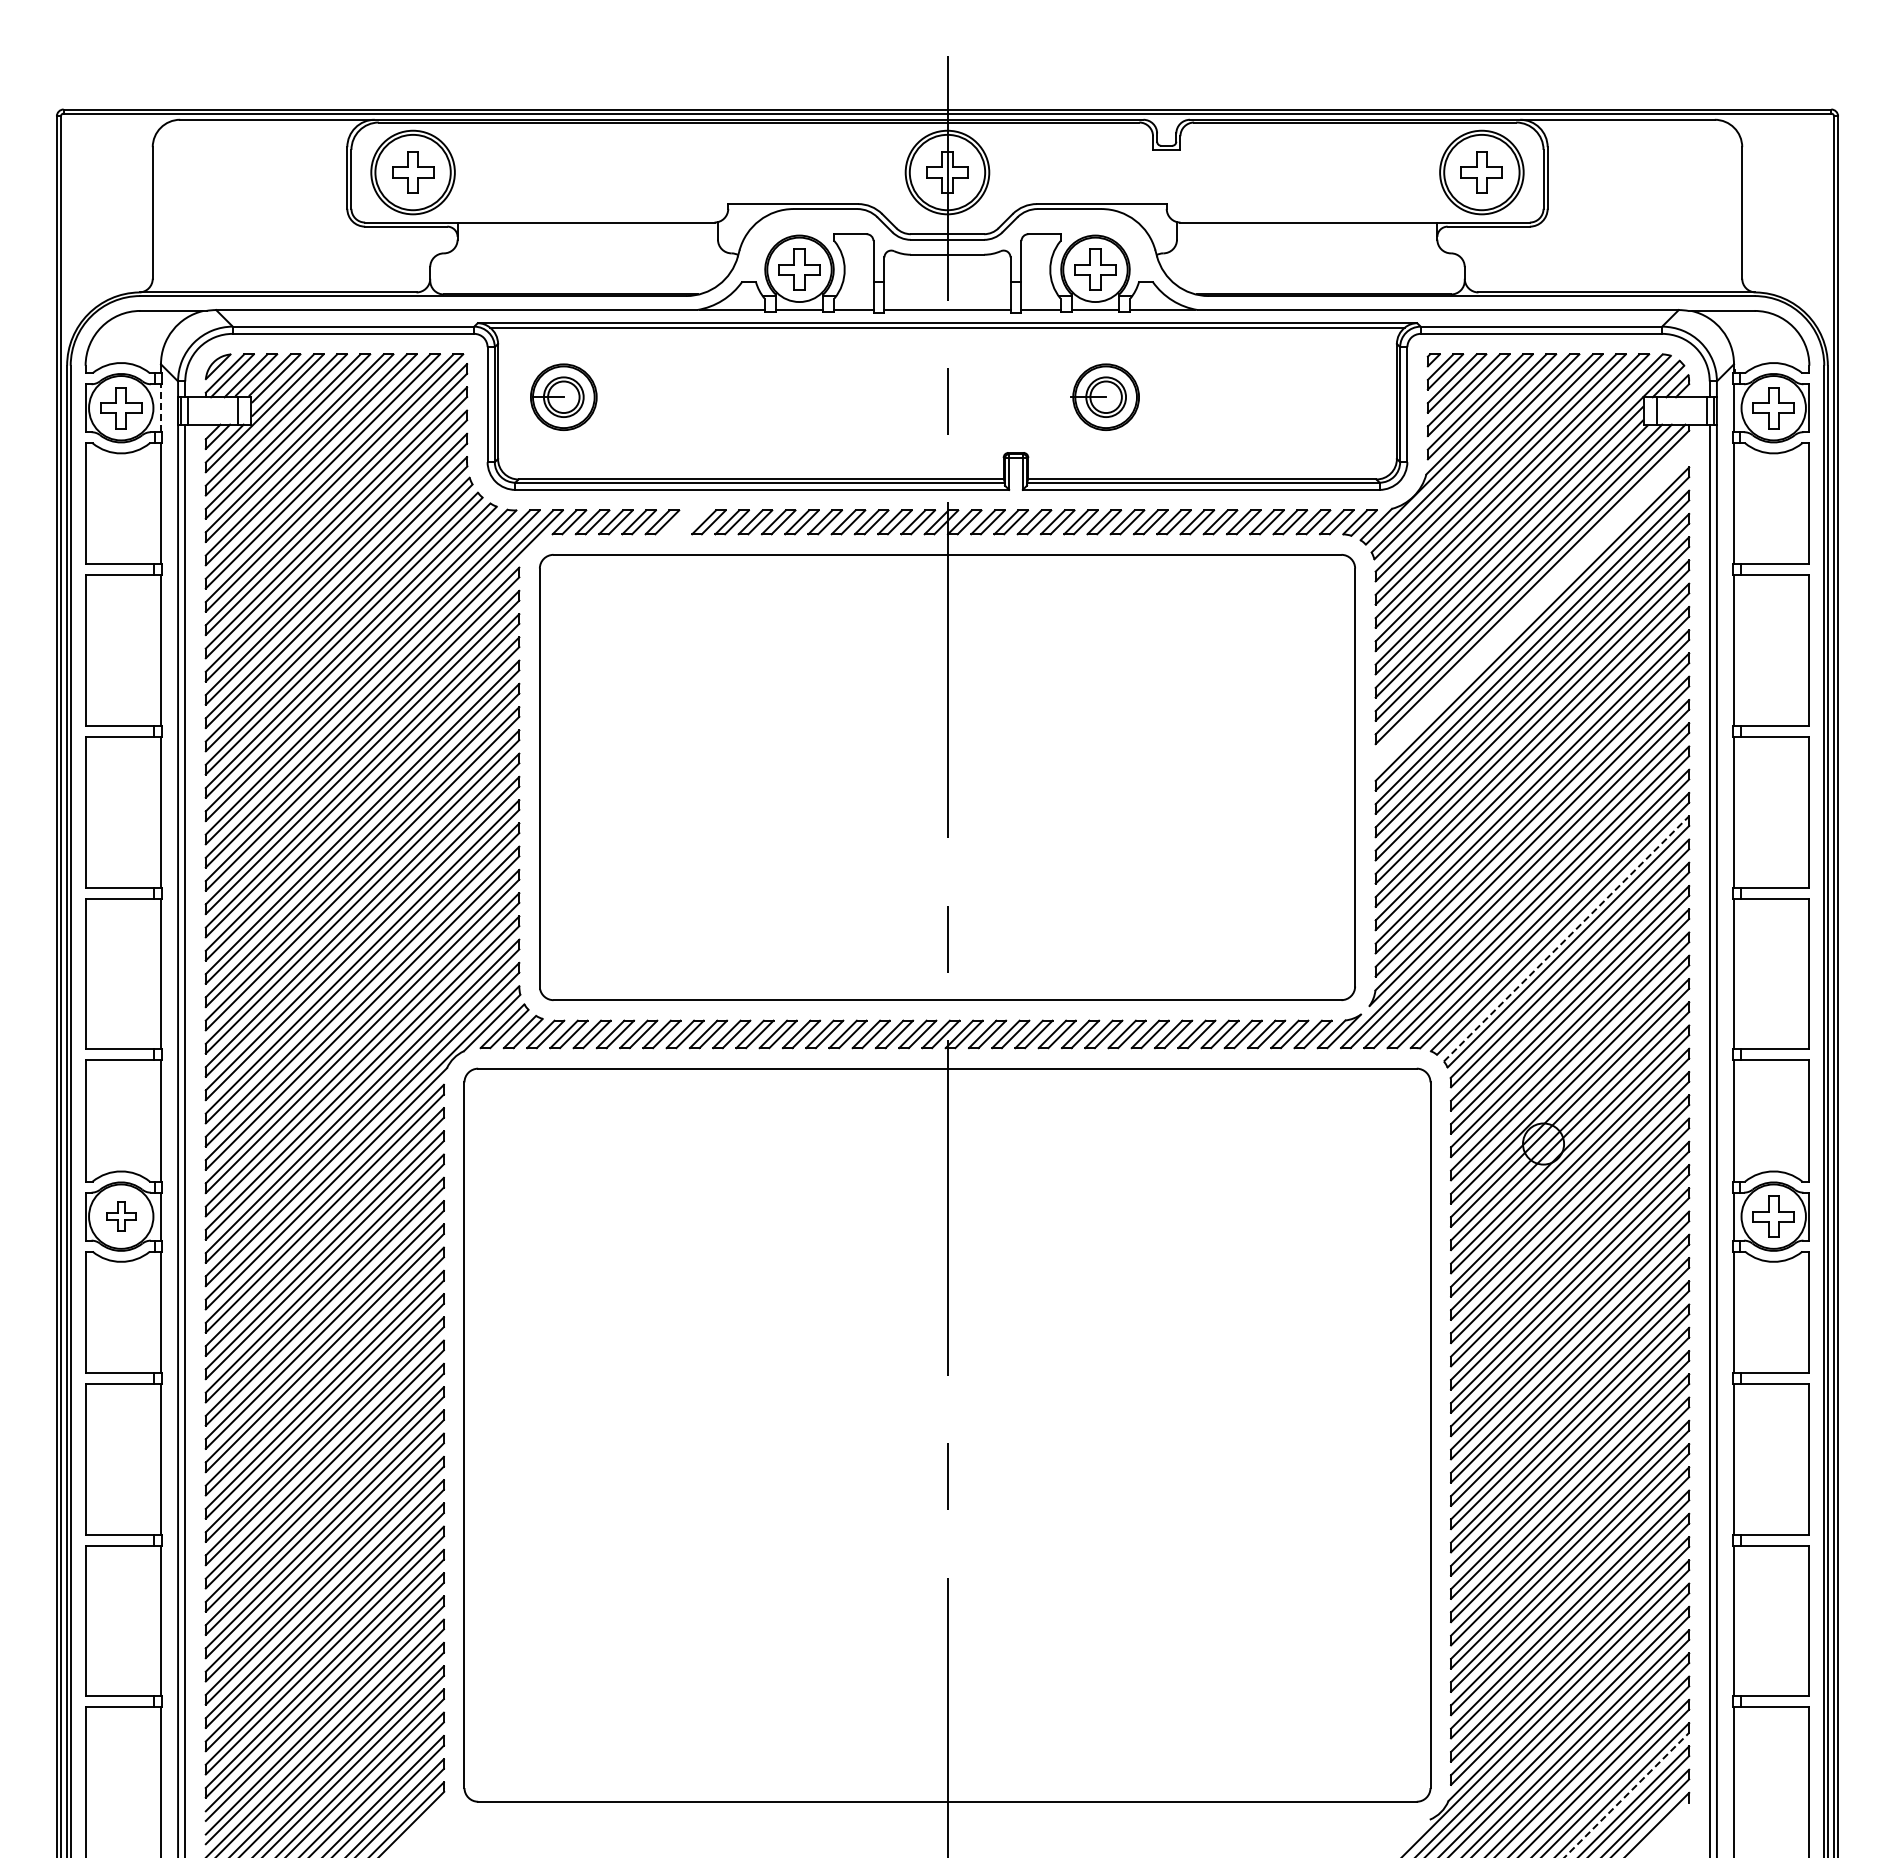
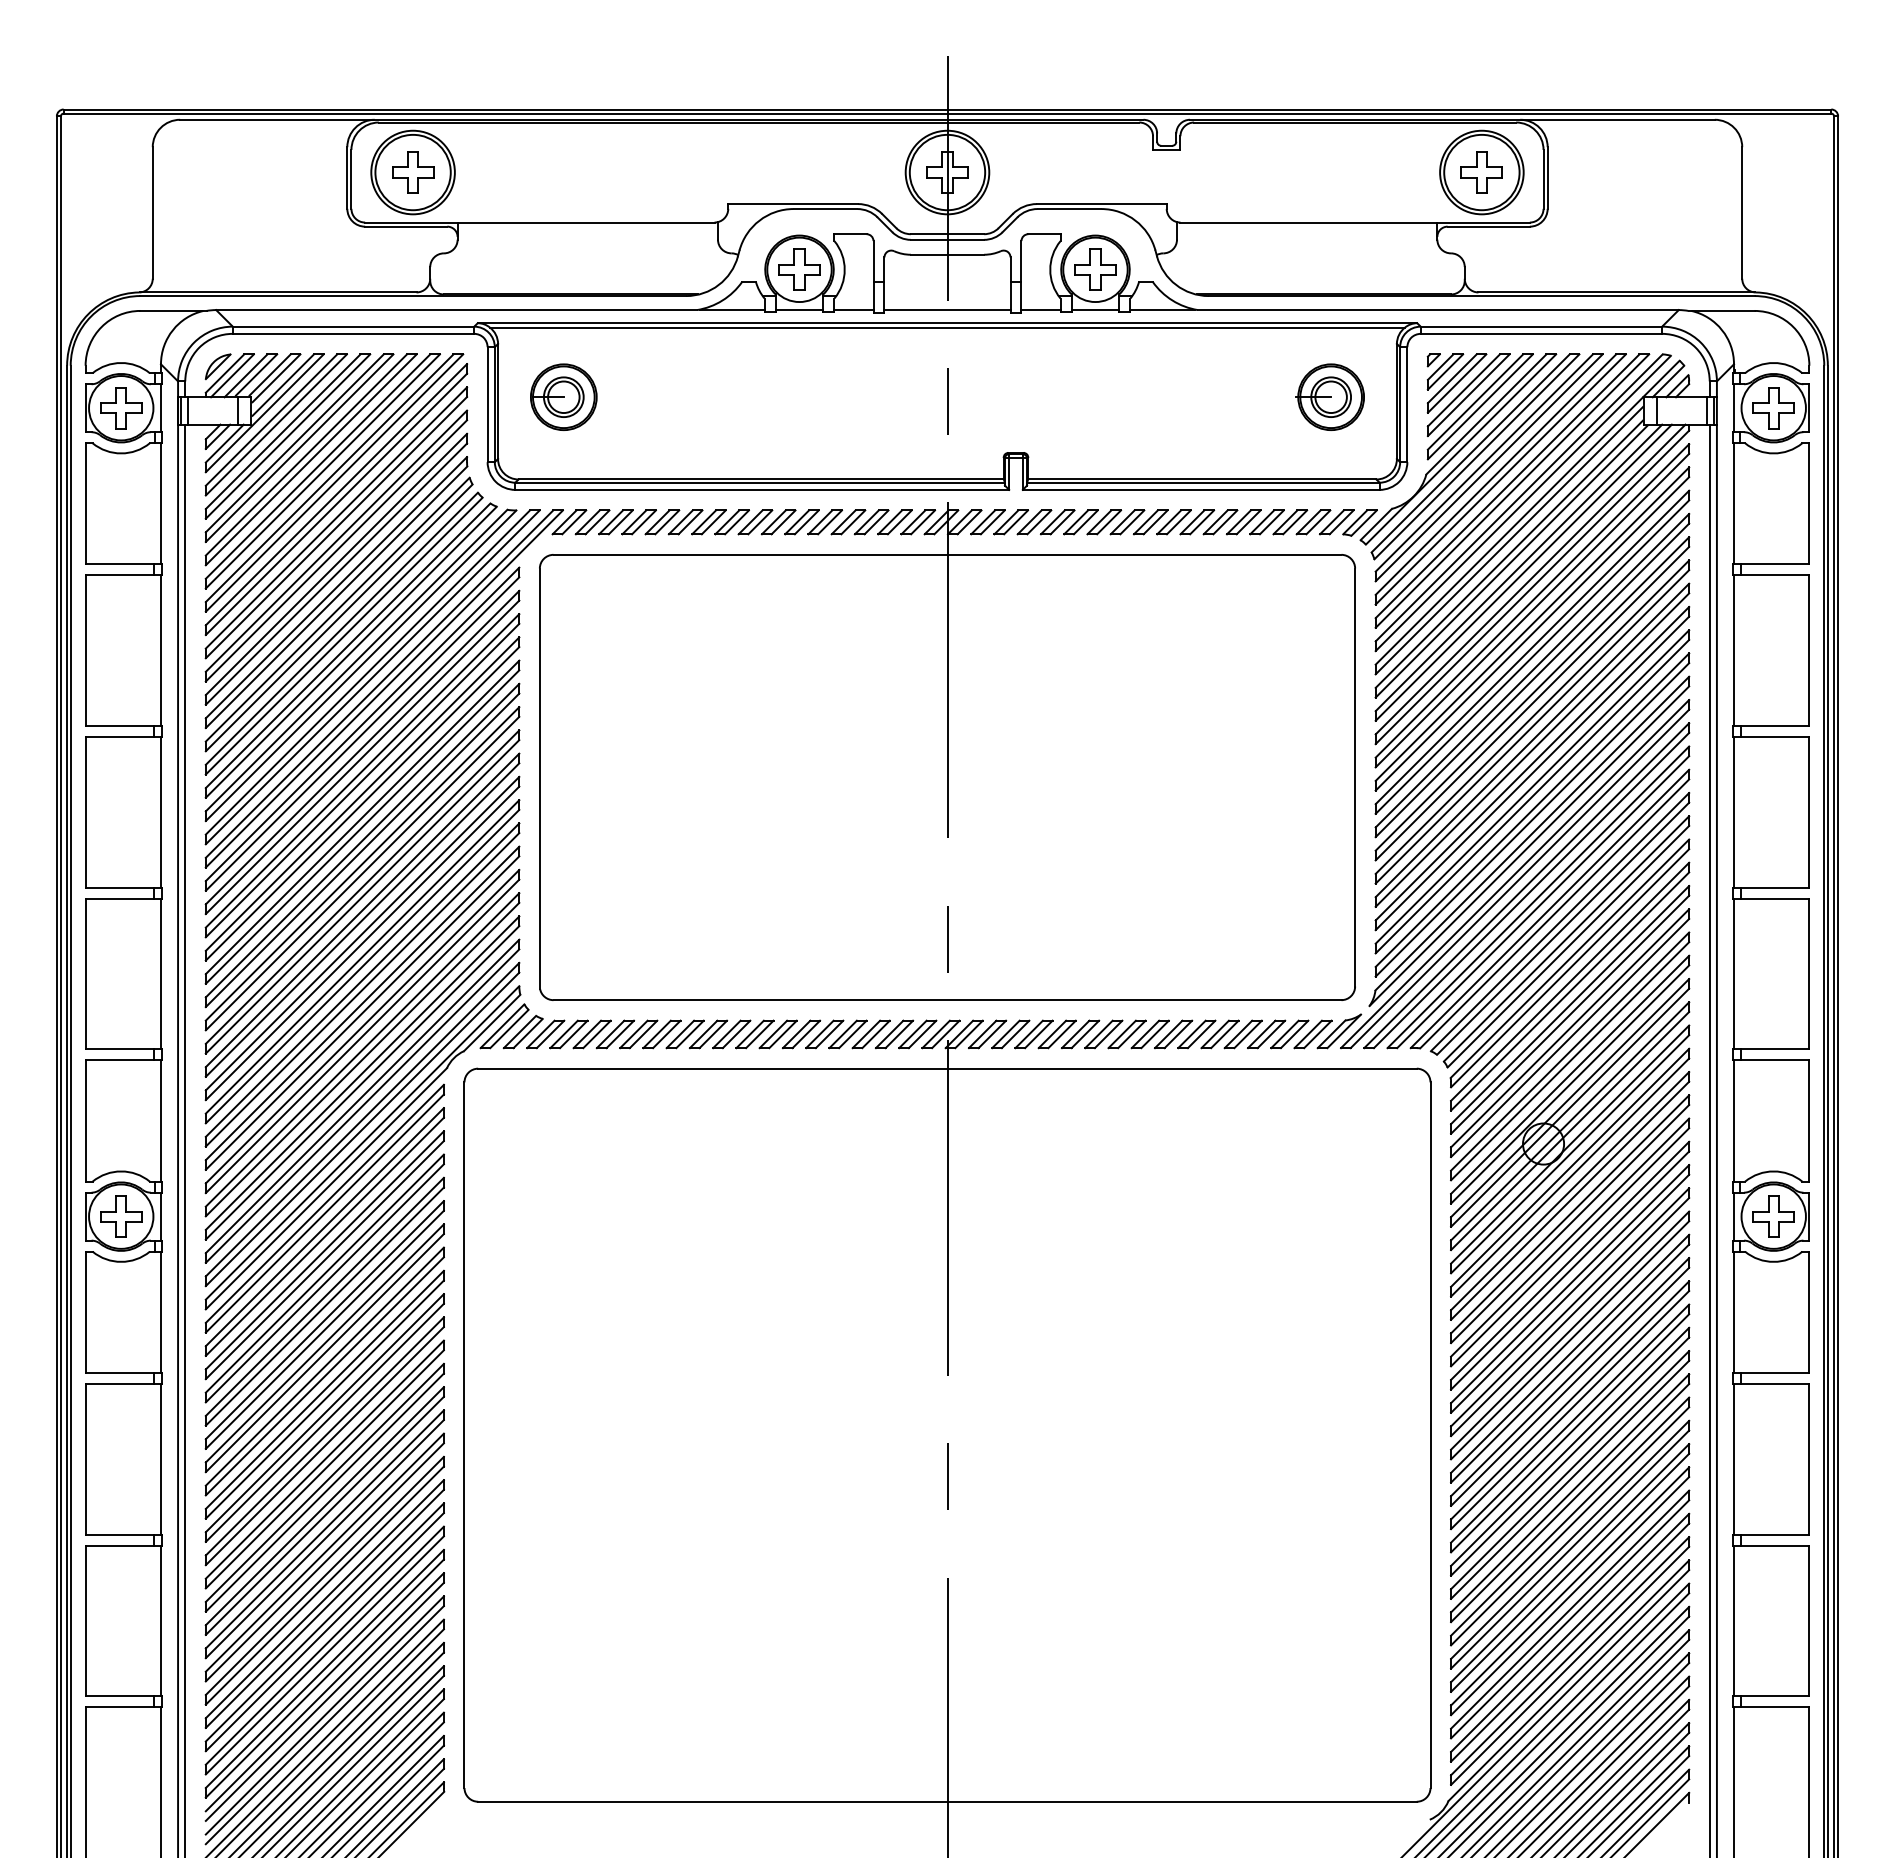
part at (1104, 396) position: (1104, 396) -> (1329, 396)
line at (160, 408): dashed -> solid
part at (685, 522): none -> present
part at (1532, 605): none -> present
line at (1566, 938): dashed -> solid
part at (121, 1216) size: 31x31 px -> 43x43 px
line at (1627, 1794): dashed -> solid
